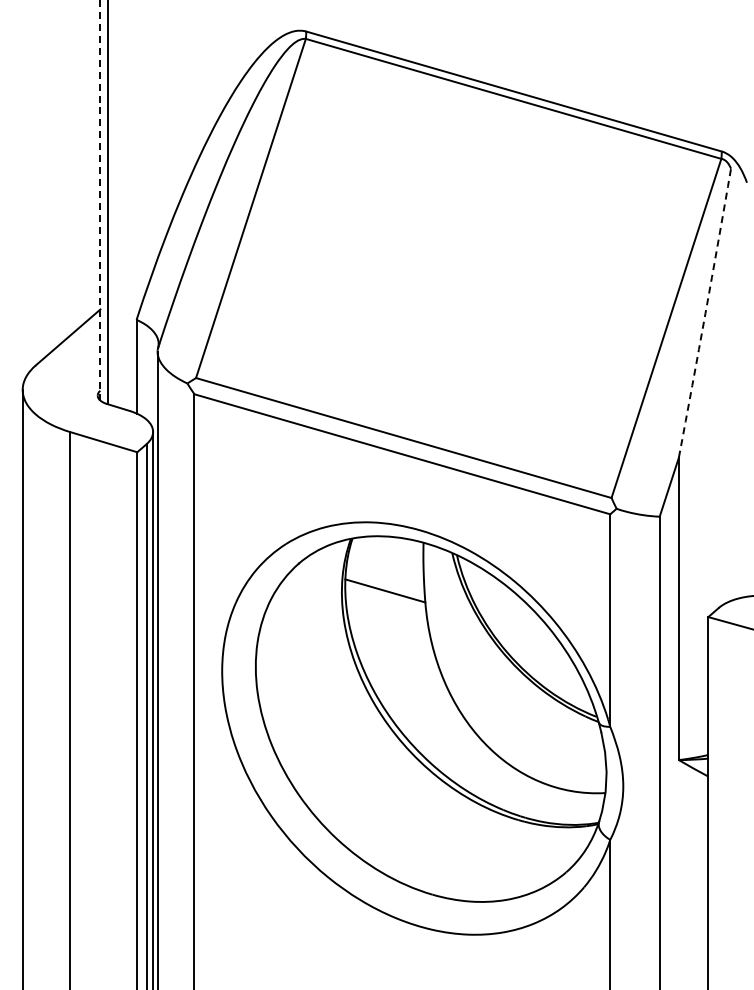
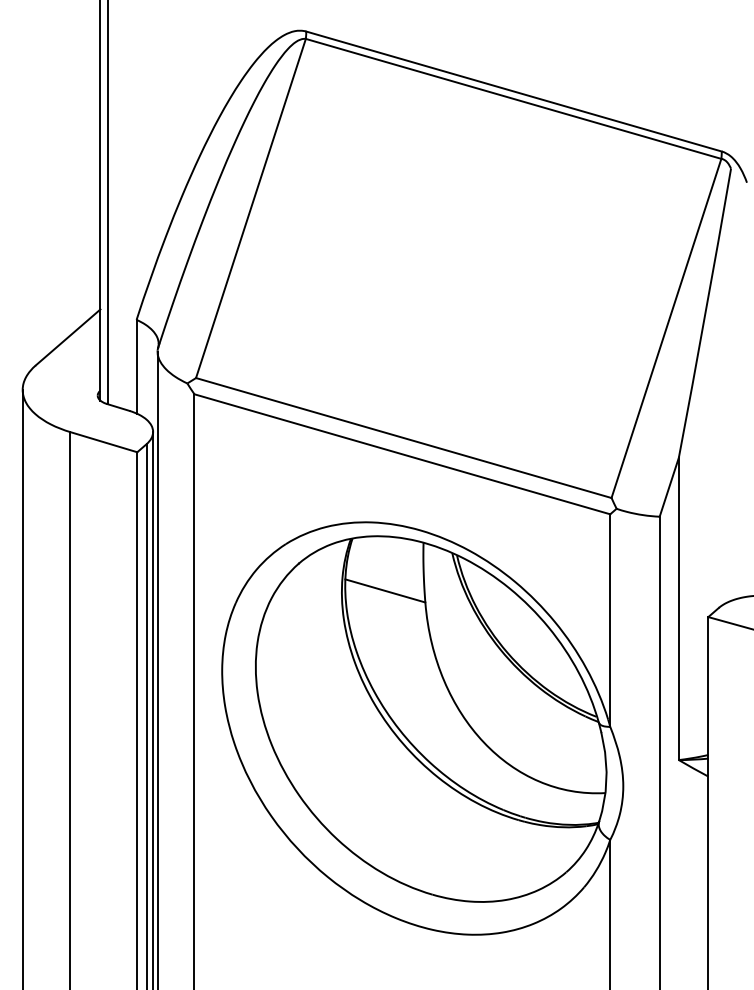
line at (100, 200): dashed -> solid
arc at (705, 313): dashed -> solid
